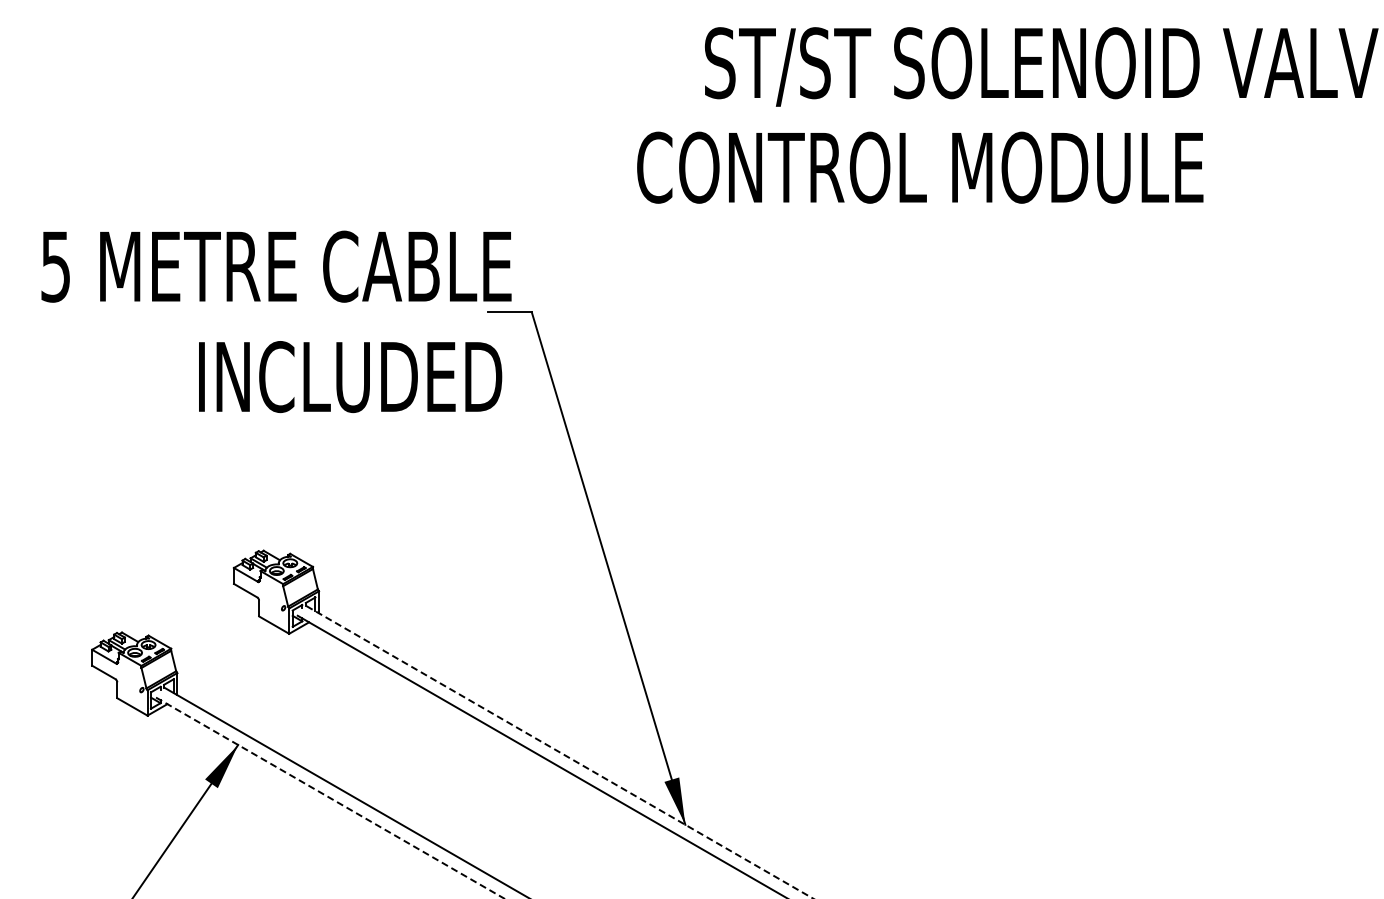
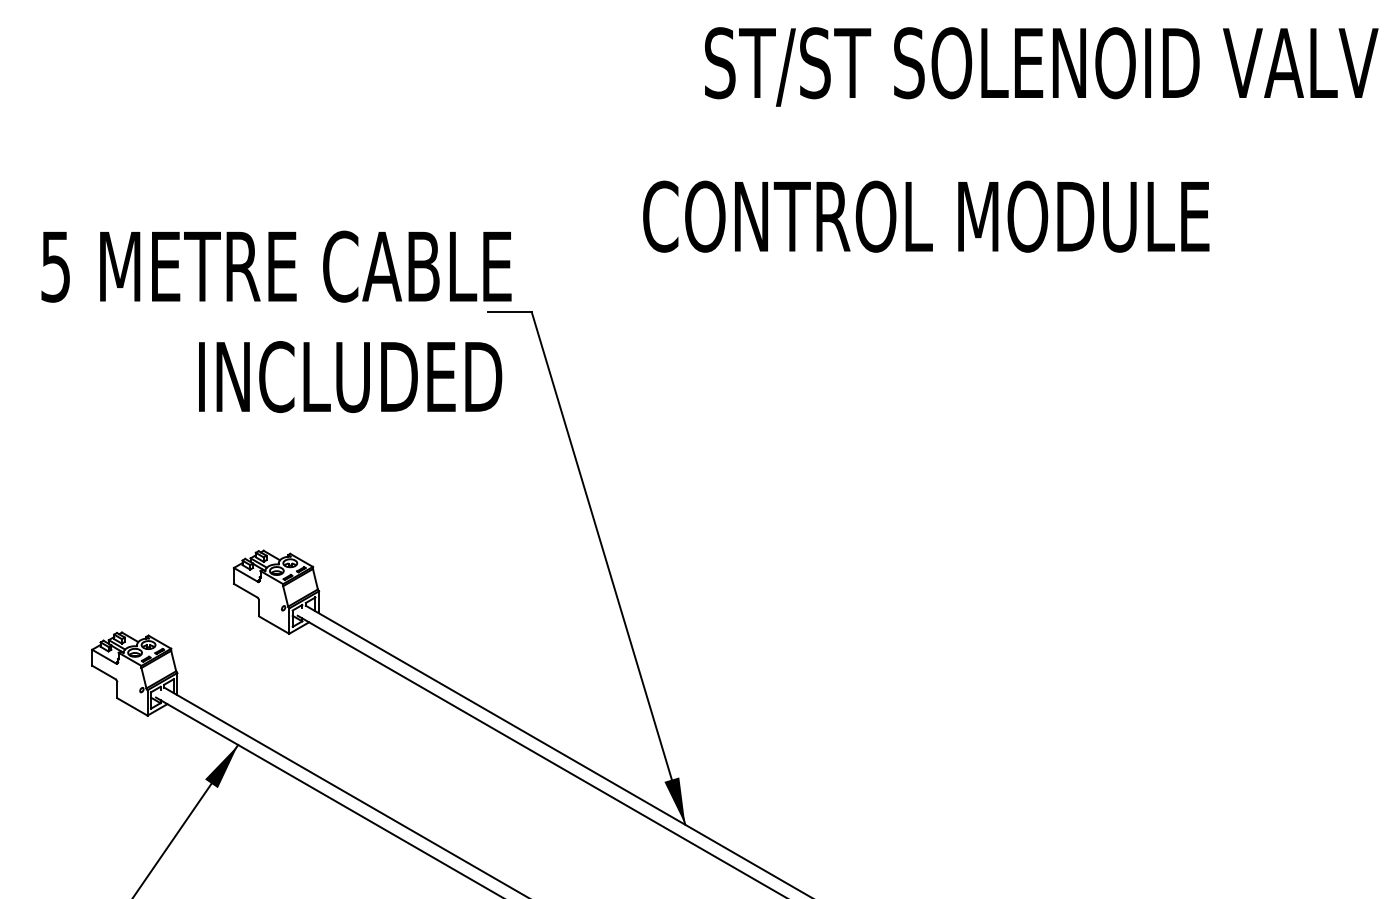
text at (920, 167) position: (920, 167) -> (926, 216)
line at (559, 752): dashed -> solid
line at (330, 798): dashed -> solid
